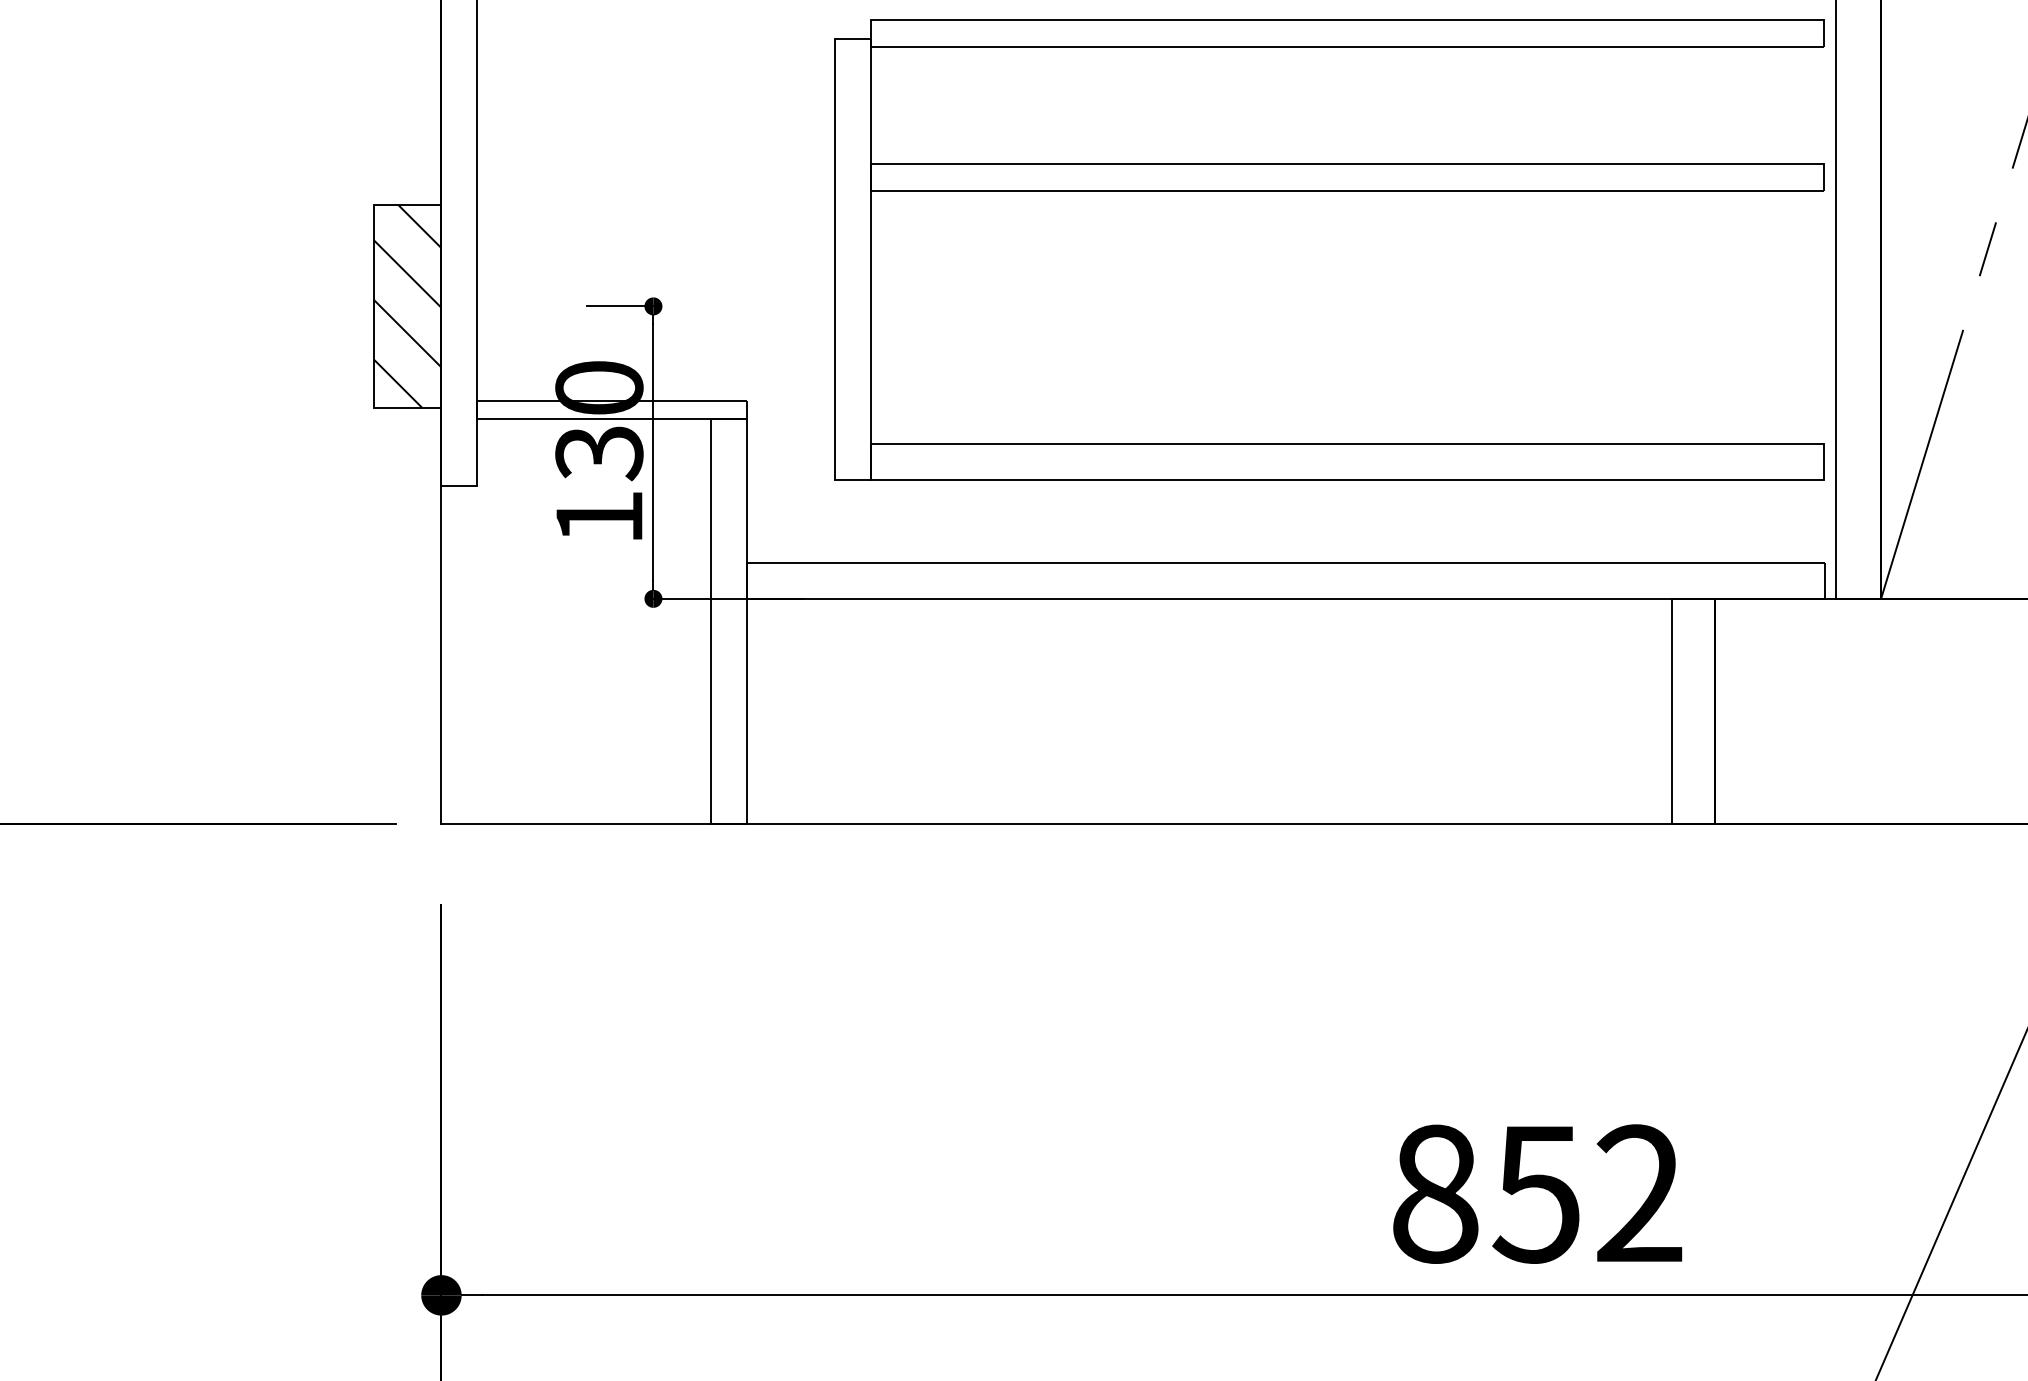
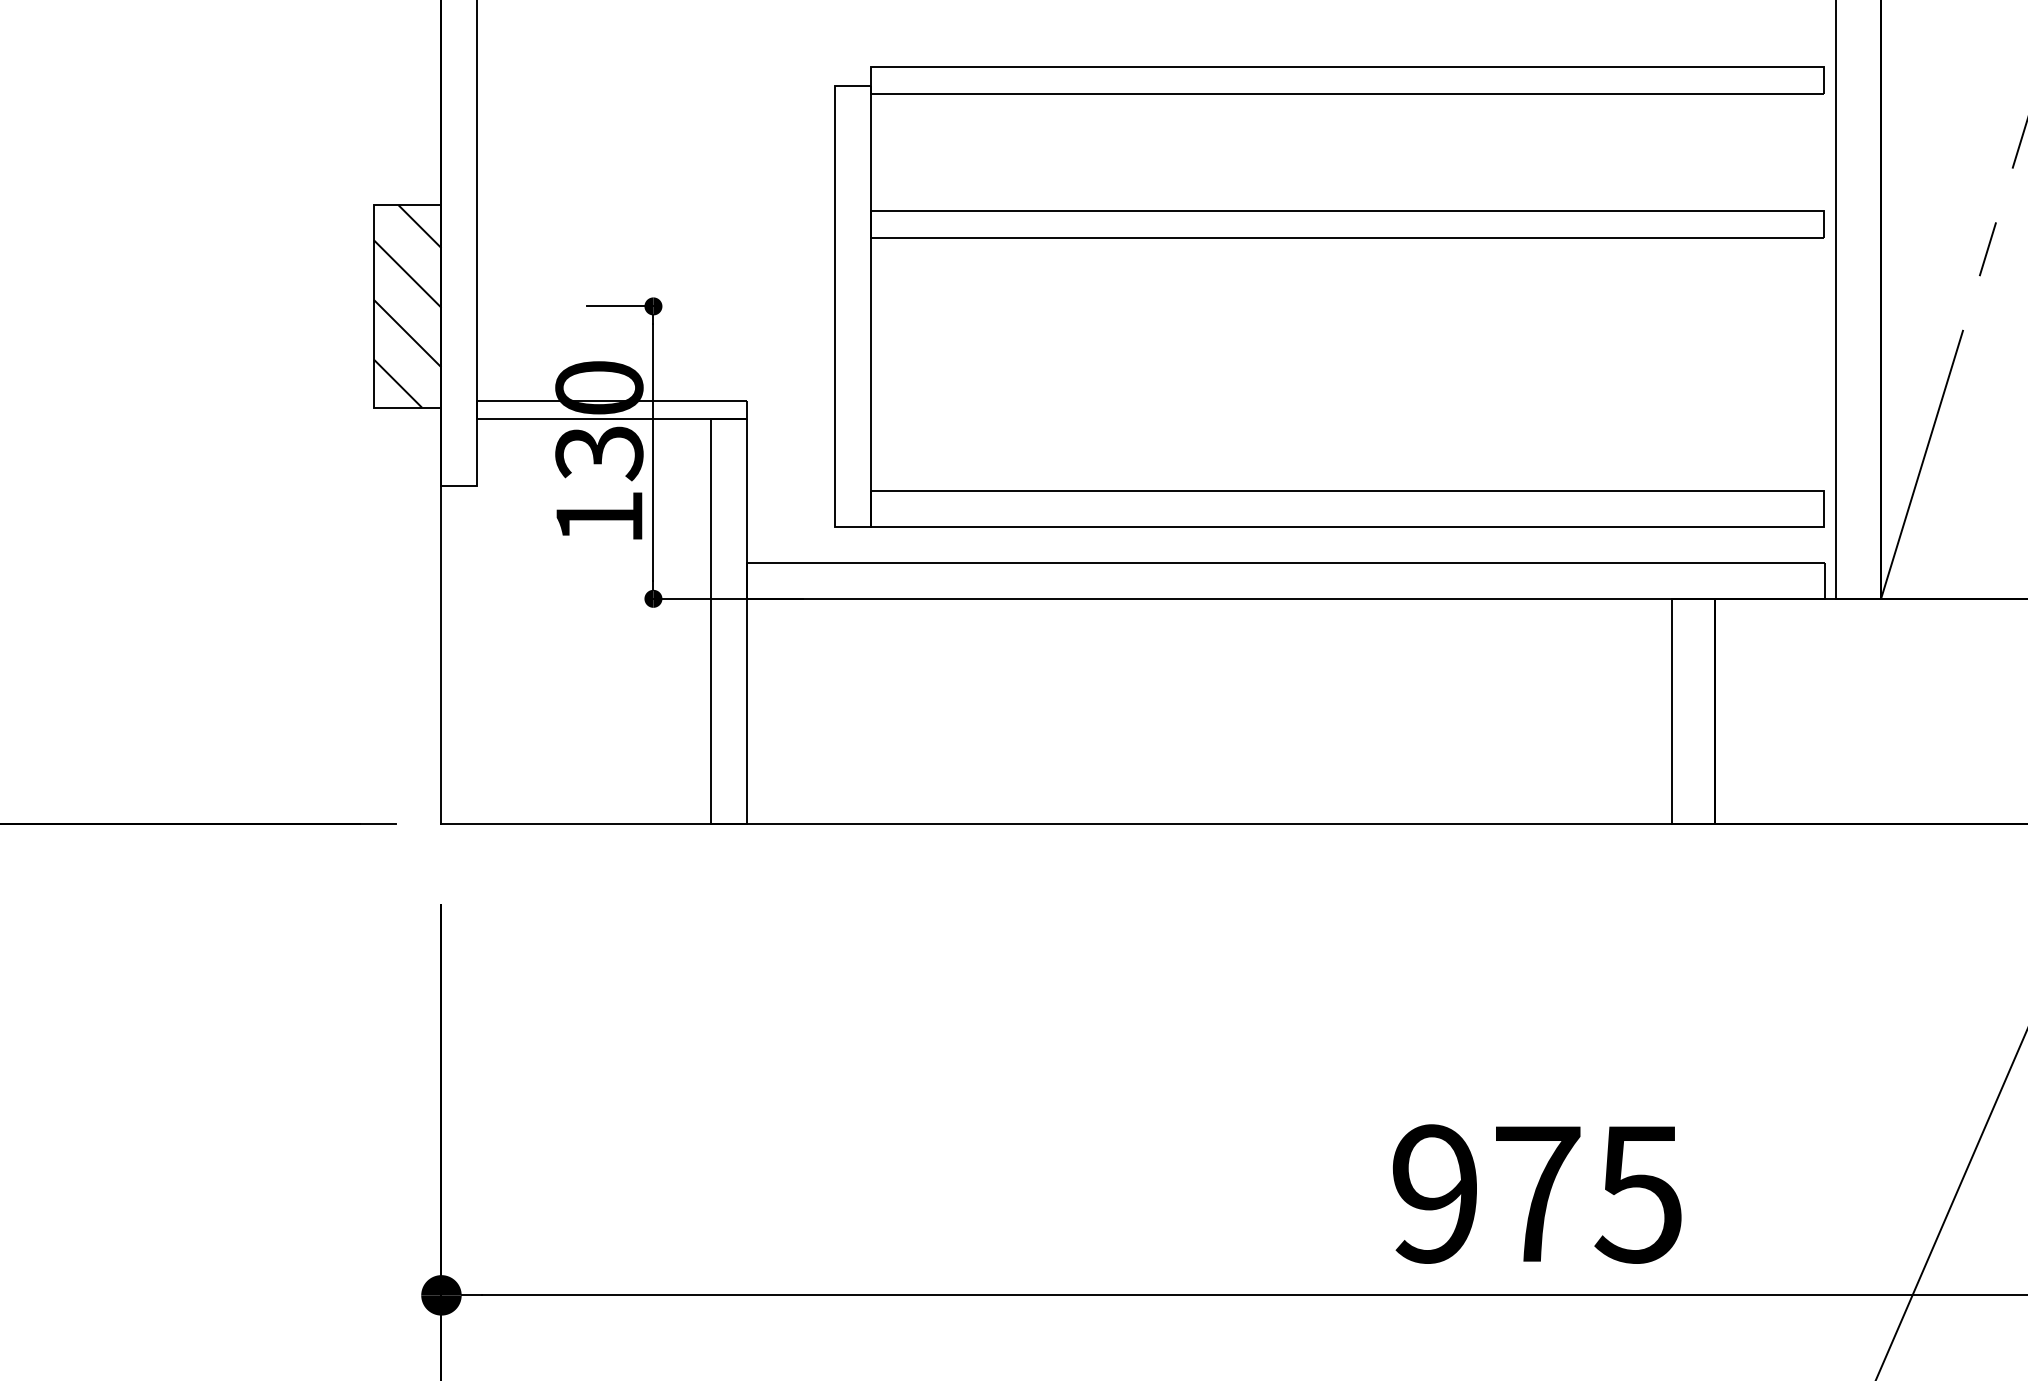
part at (1329, 191) position: (1329, 191) -> (1329, 238)
text at (1537, 1193): 852 -> 975
